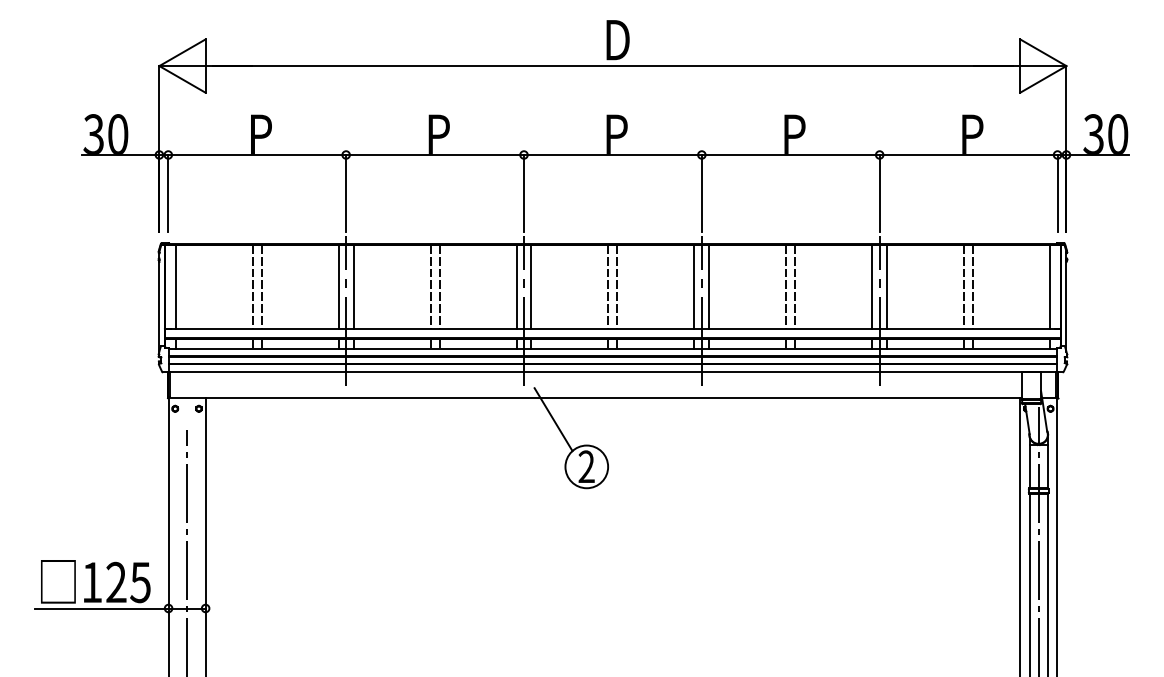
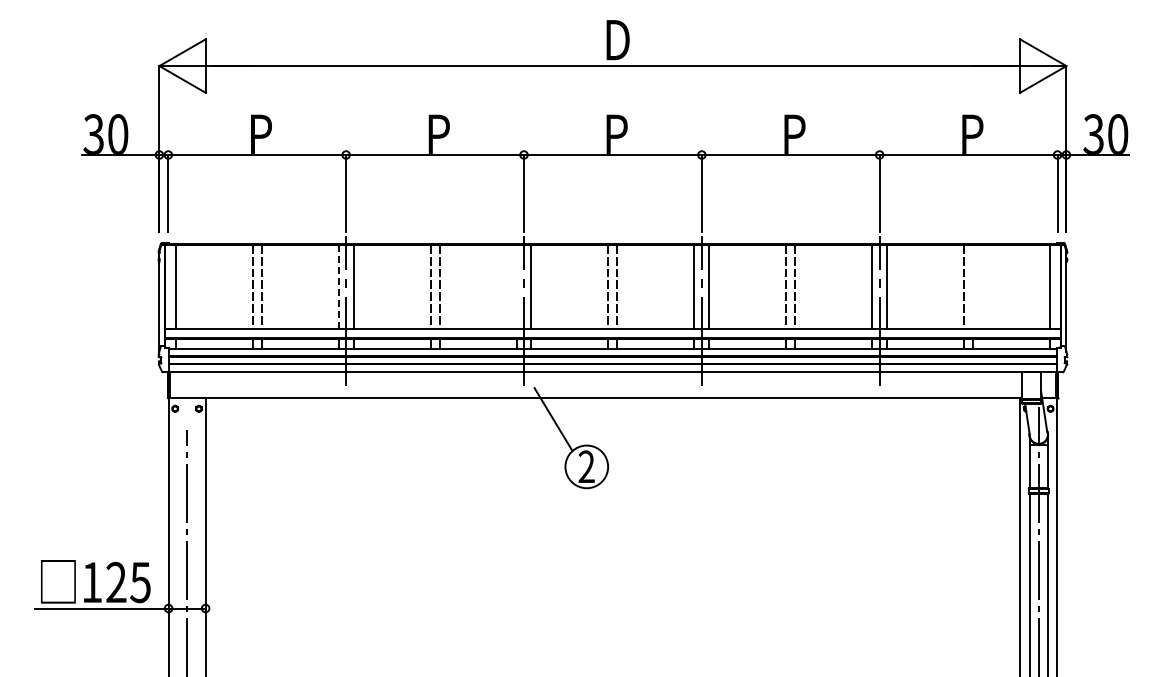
line at (516, 286): present -> none
line at (973, 286): present -> none
line at (338, 287): solid -> dashed
